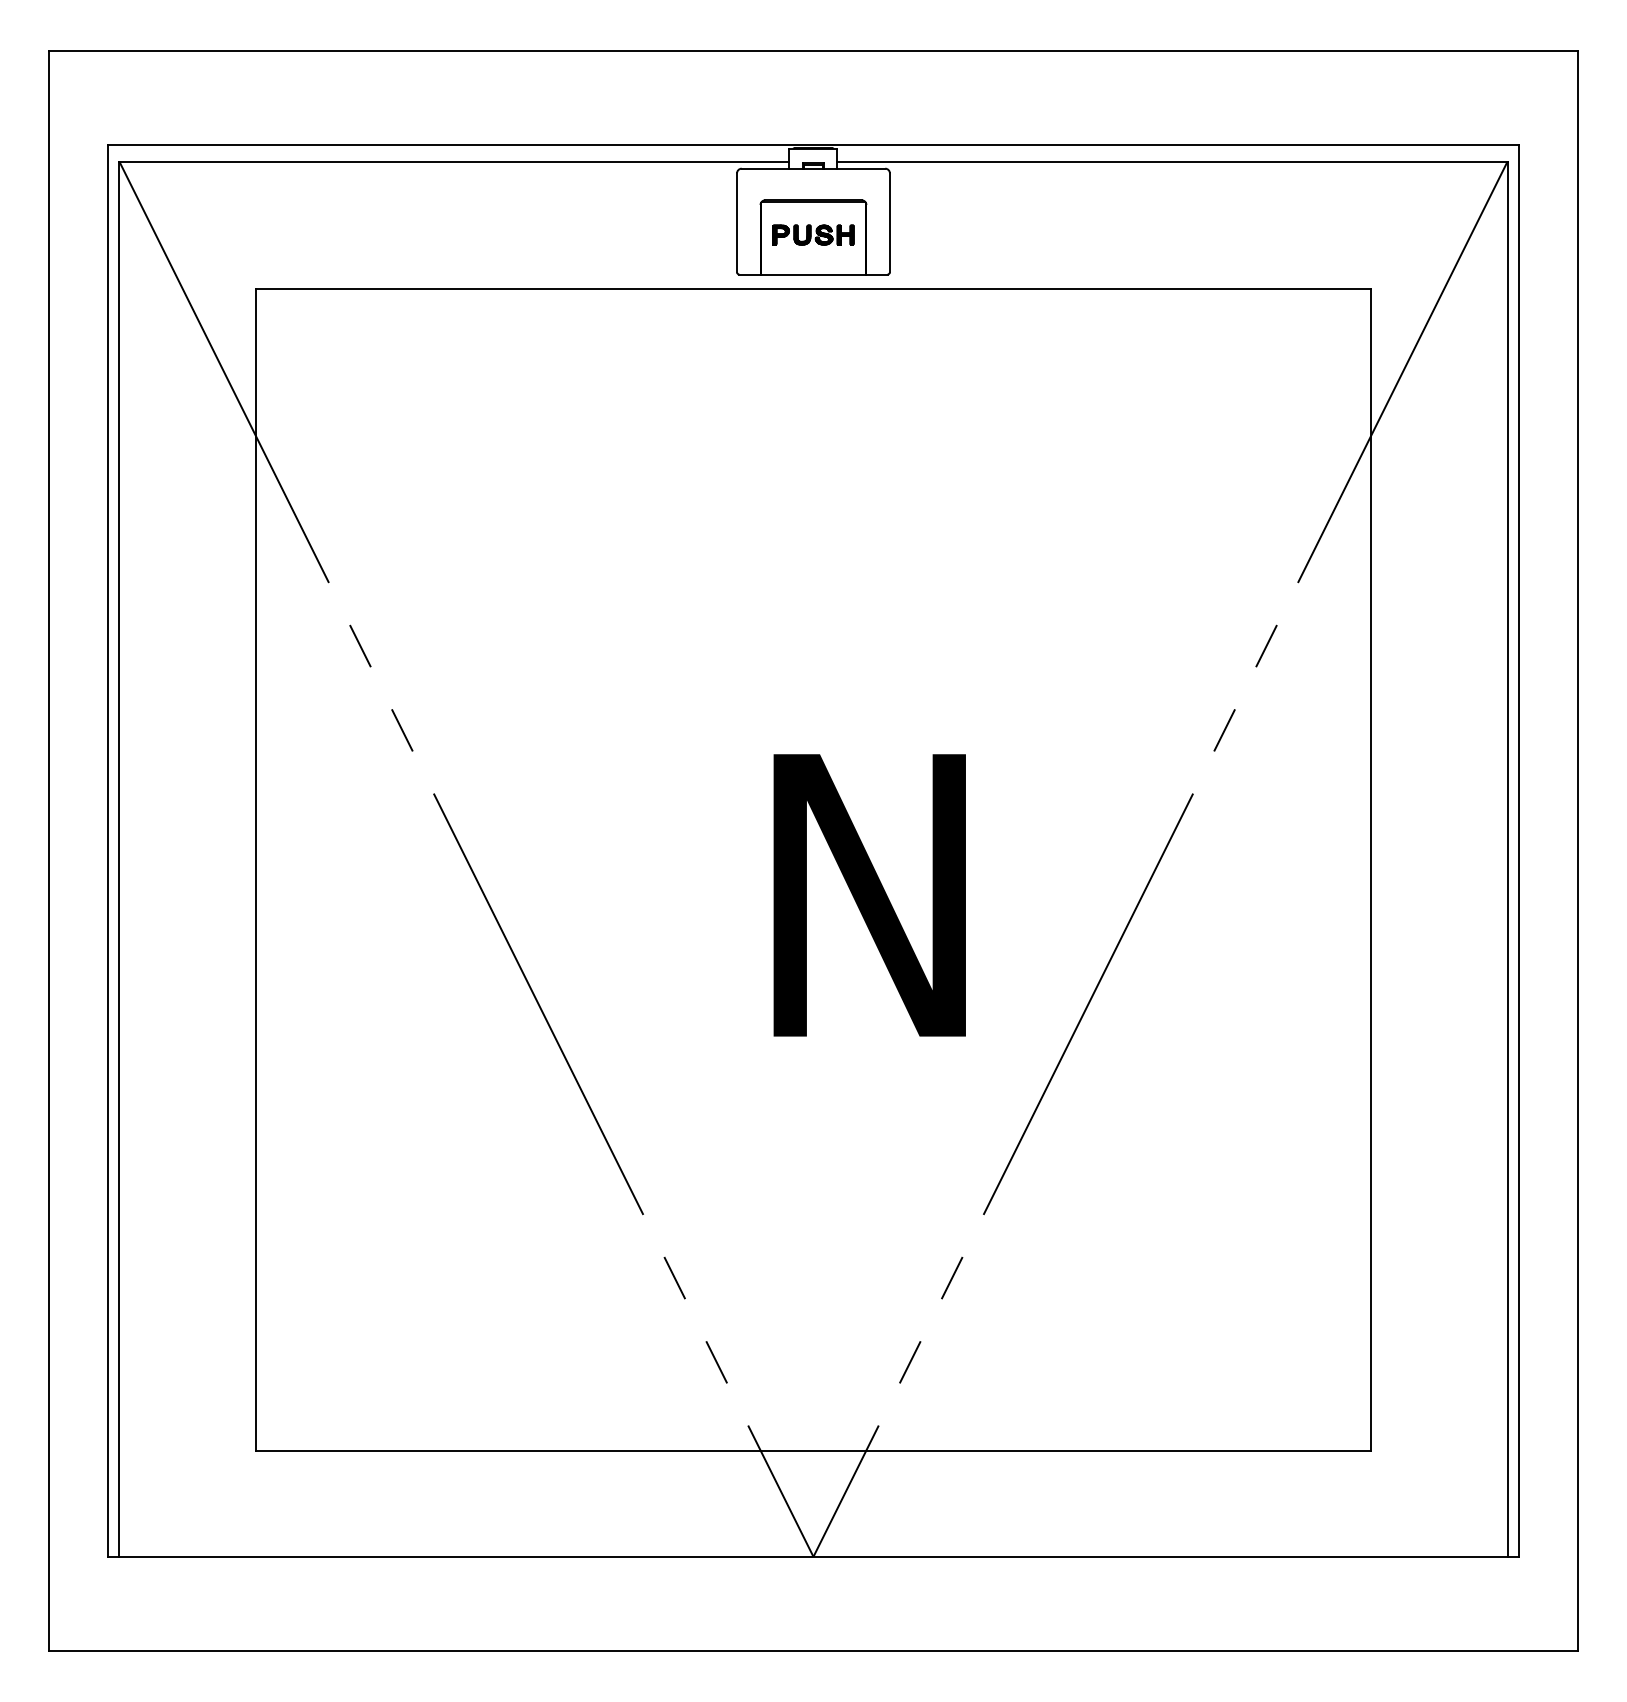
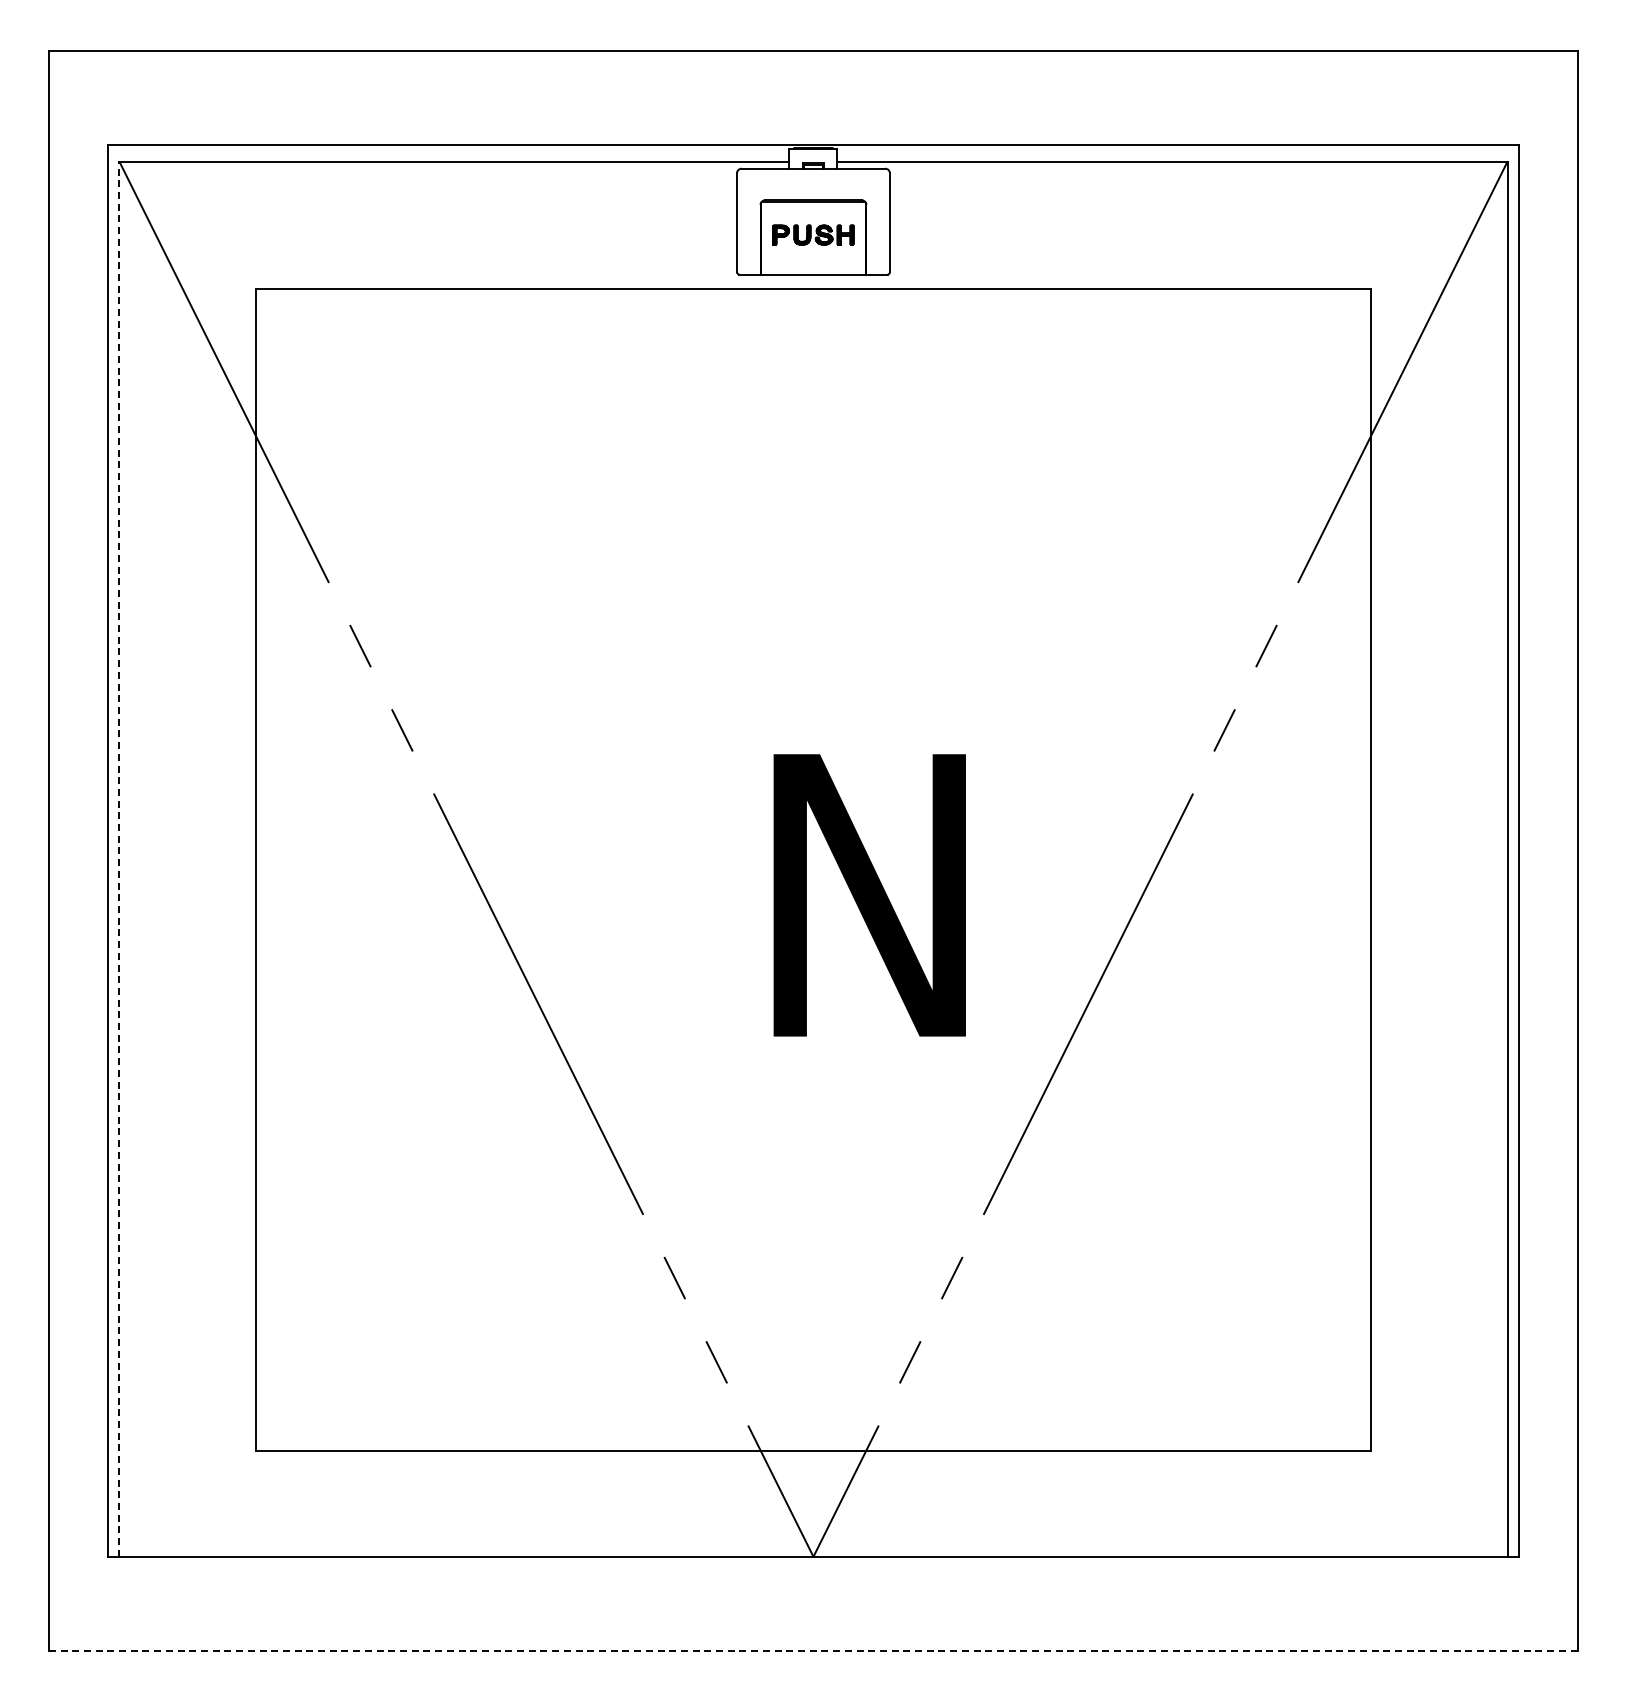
line at (119, 859): solid -> dashed
line at (813, 1650): solid -> dashed
